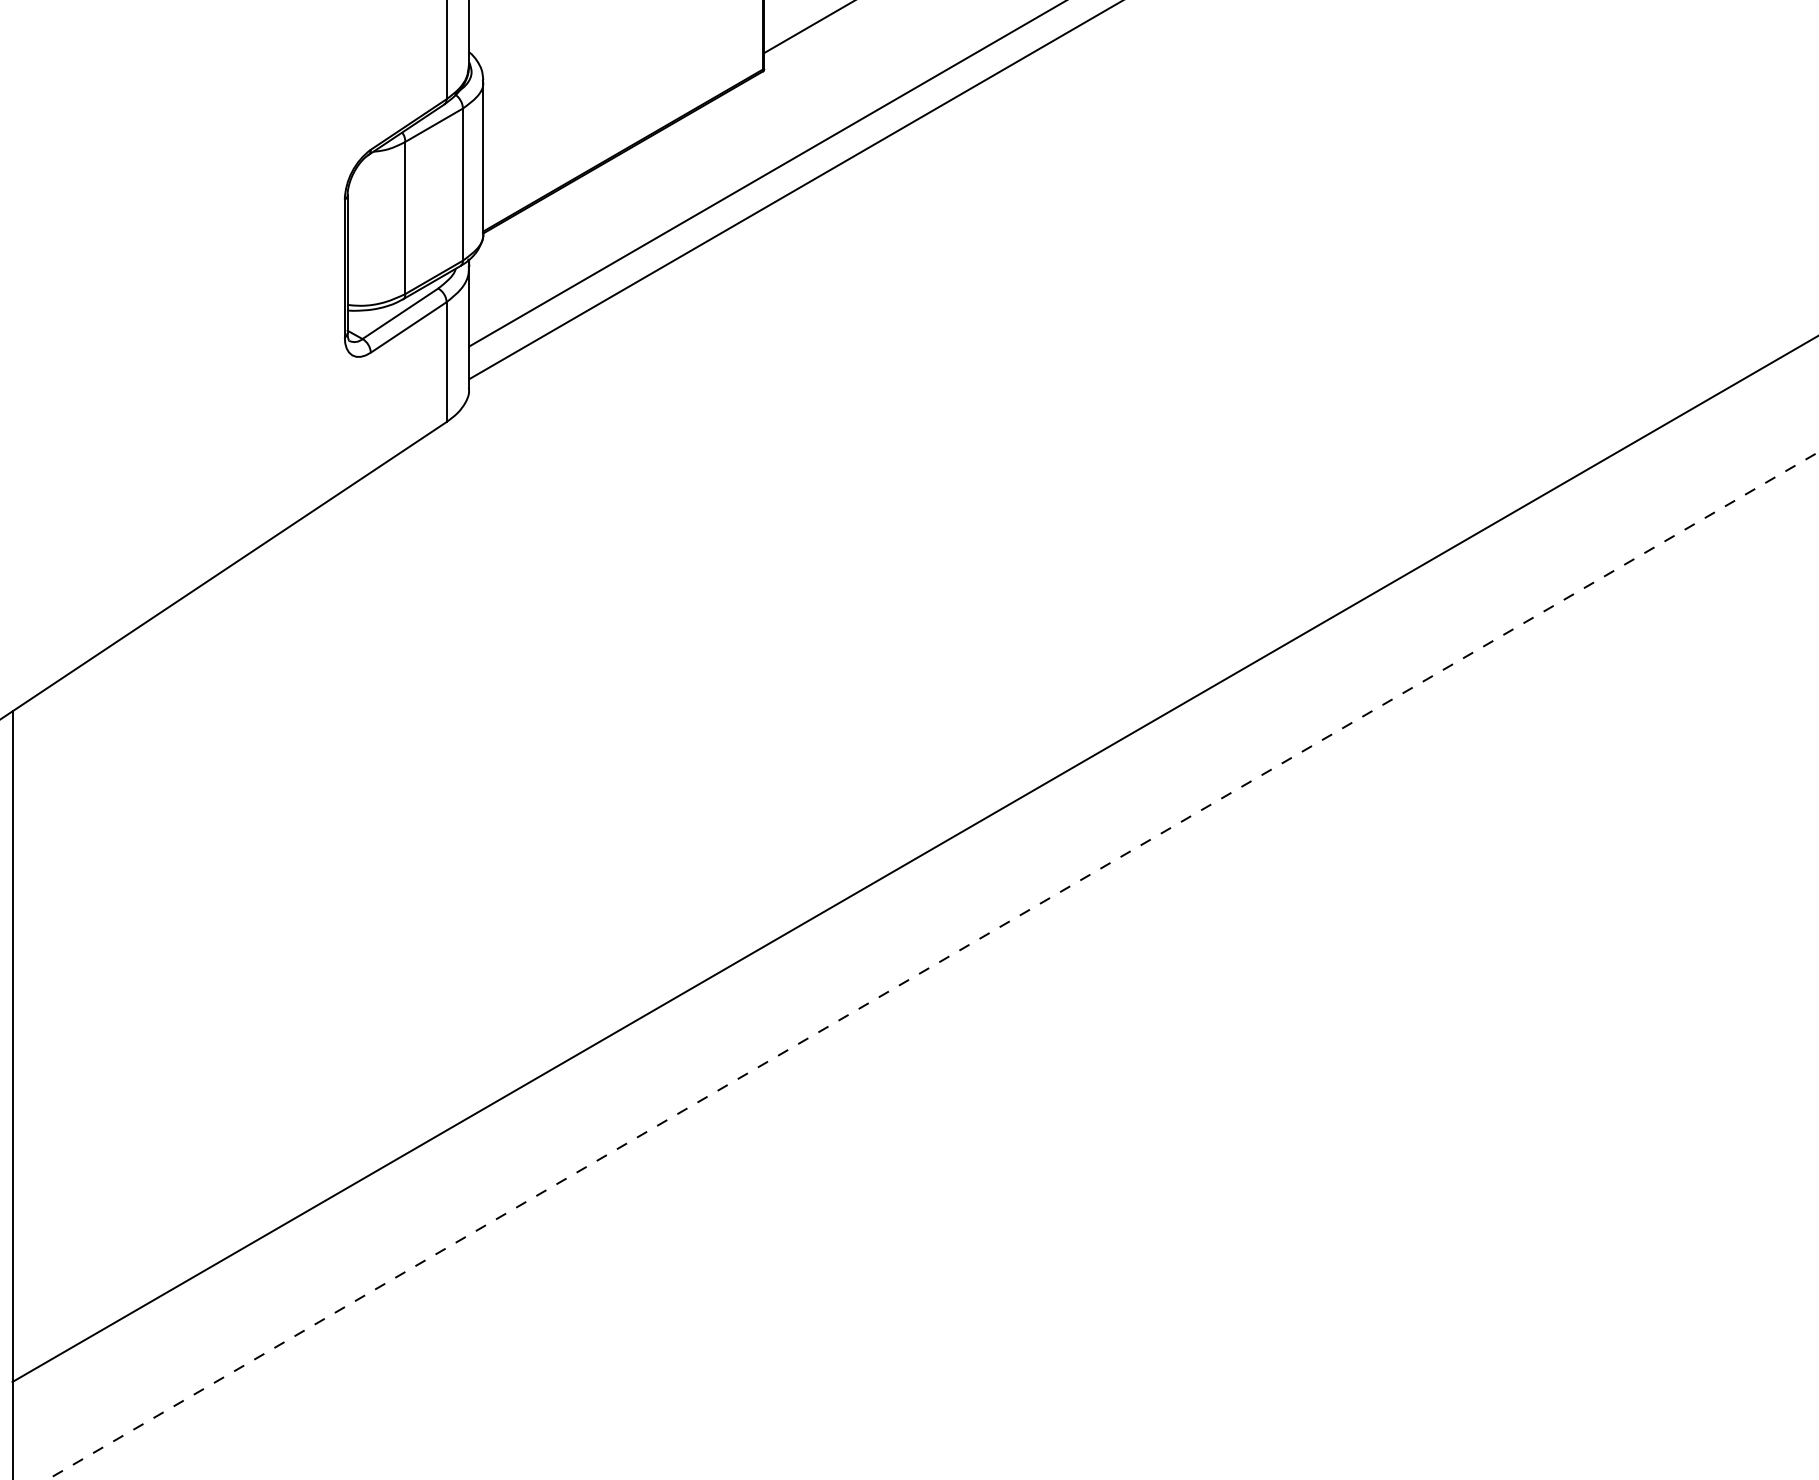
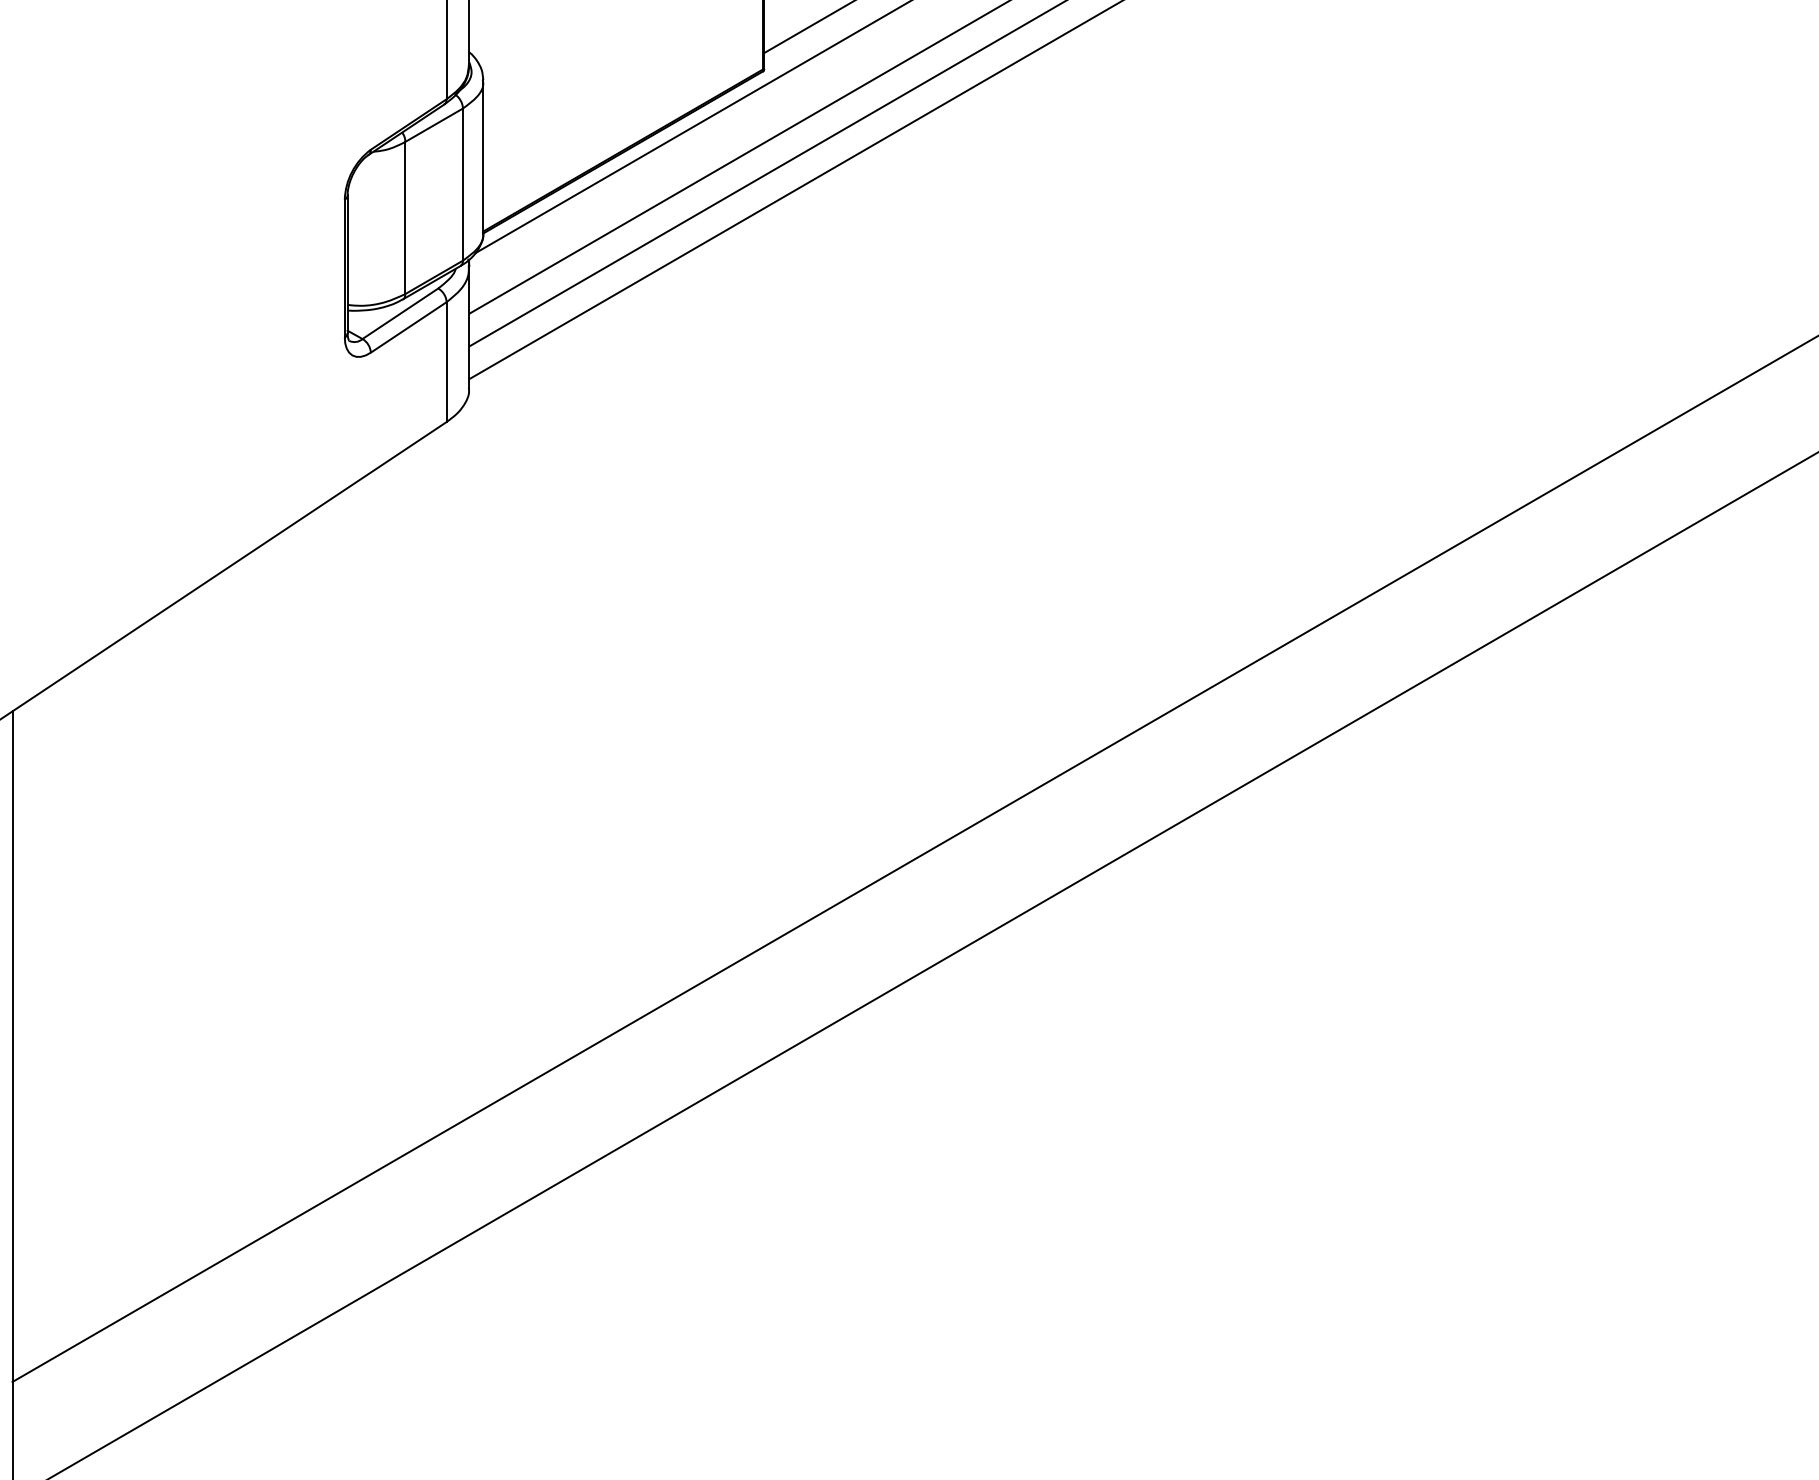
line at (691, 127): none -> present
line at (737, 157): none -> present
line at (932, 966): dashed -> solid
